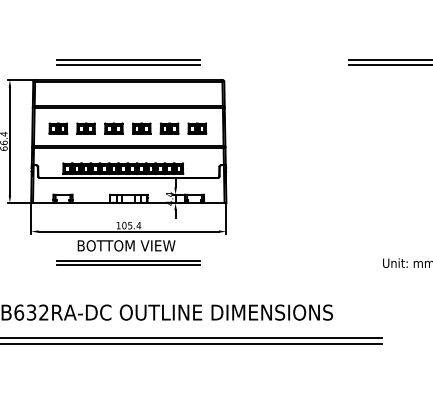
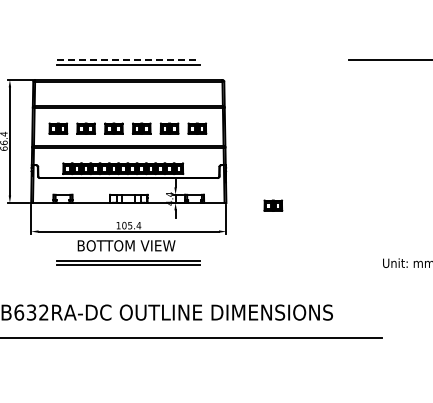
line at (129, 60): solid -> dashed
line at (389, 64): present -> none
part at (273, 205): none -> present
line at (191, 343): present -> none
